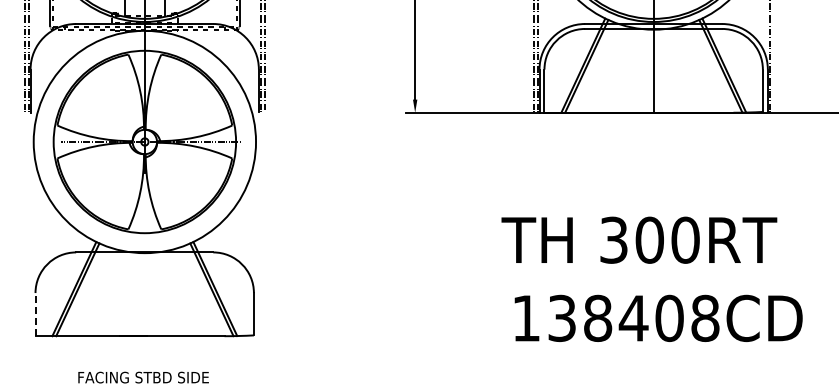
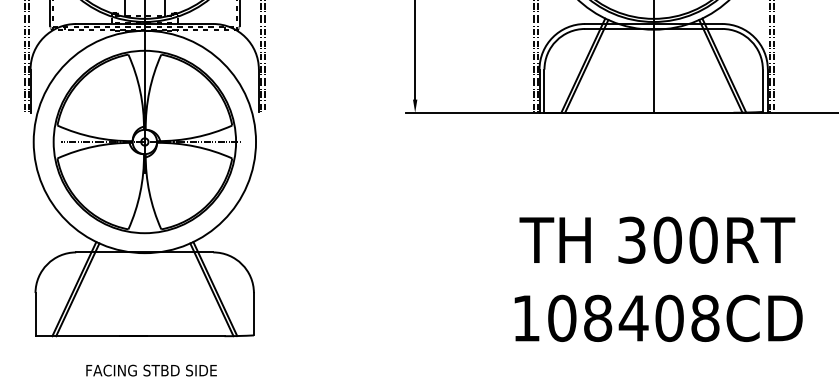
line at (773, 56): none -> present
text at (639, 239) position: (639, 239) -> (657, 239)
line at (35, 314): dashed -> solid
text at (562, 318): 138408CD -> 108408CD
text at (143, 377) position: (143, 377) -> (151, 370)
